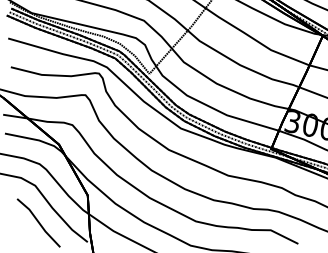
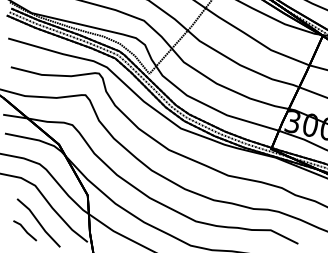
line at (25, 230): none -> present
